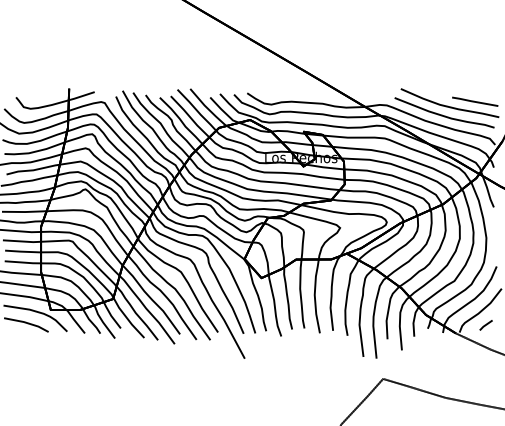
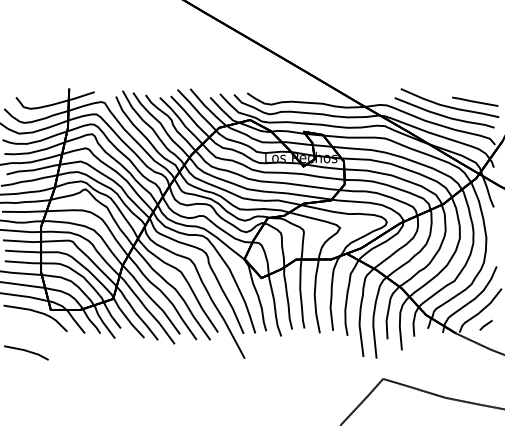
part at (26, 324) position: (26, 324) -> (26, 352)
